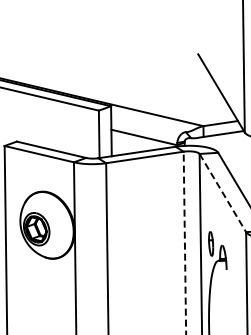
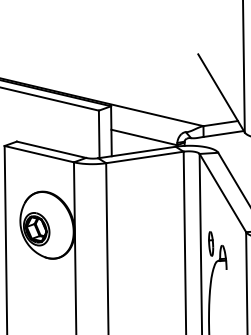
line at (223, 193): dashed -> solid
line at (184, 242): dashed -> solid
